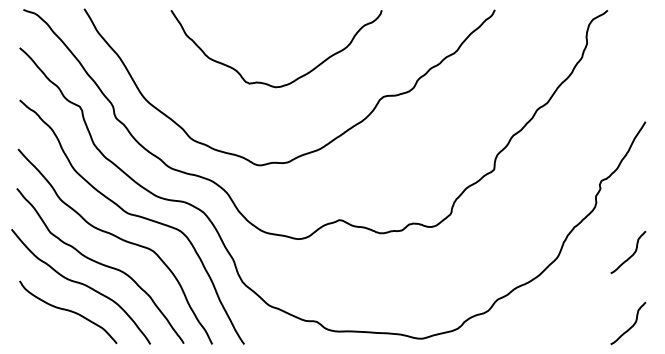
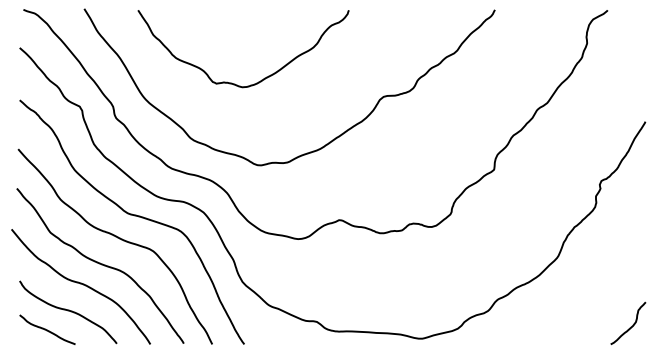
curve at (294, 79) position: (294, 79) -> (261, 79)
curve at (630, 255): present -> none
curve at (47, 329): none -> present
